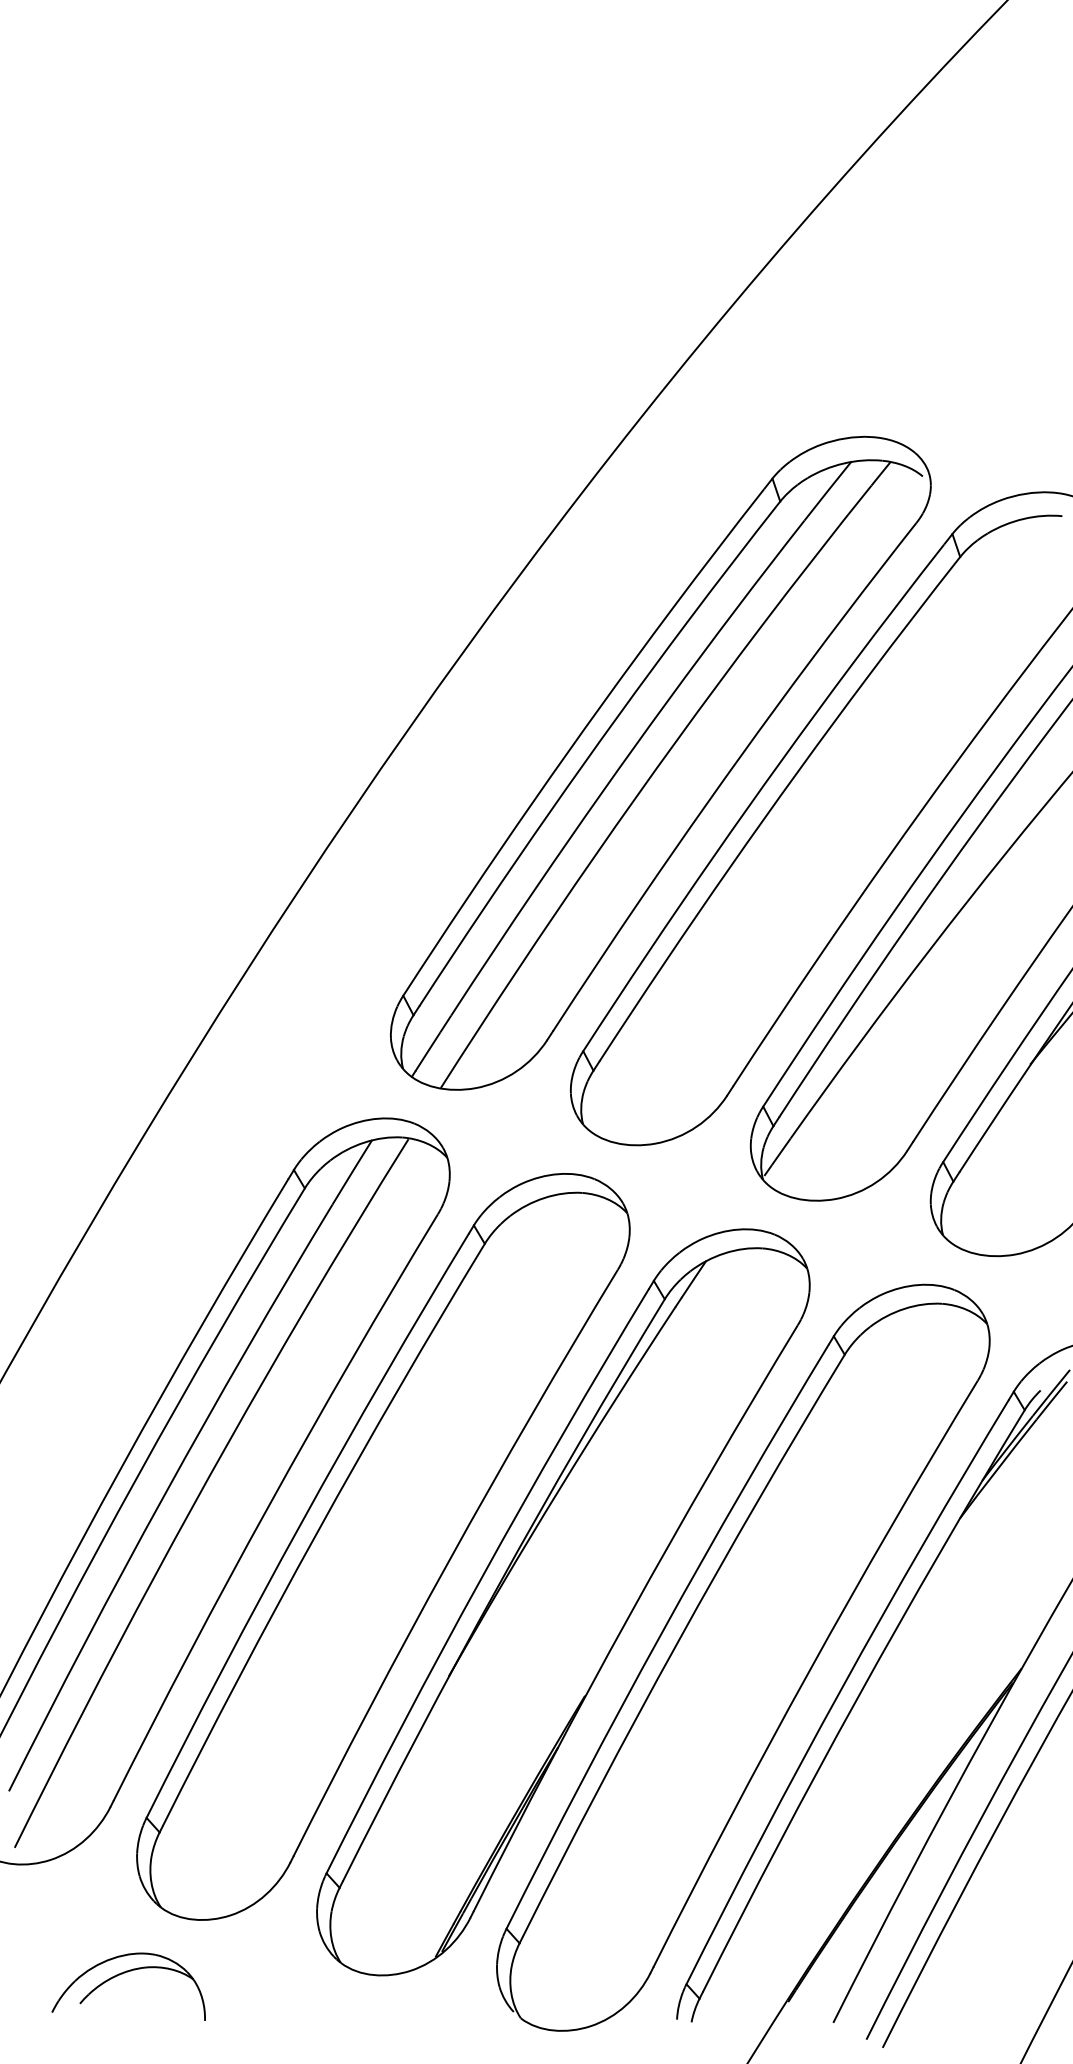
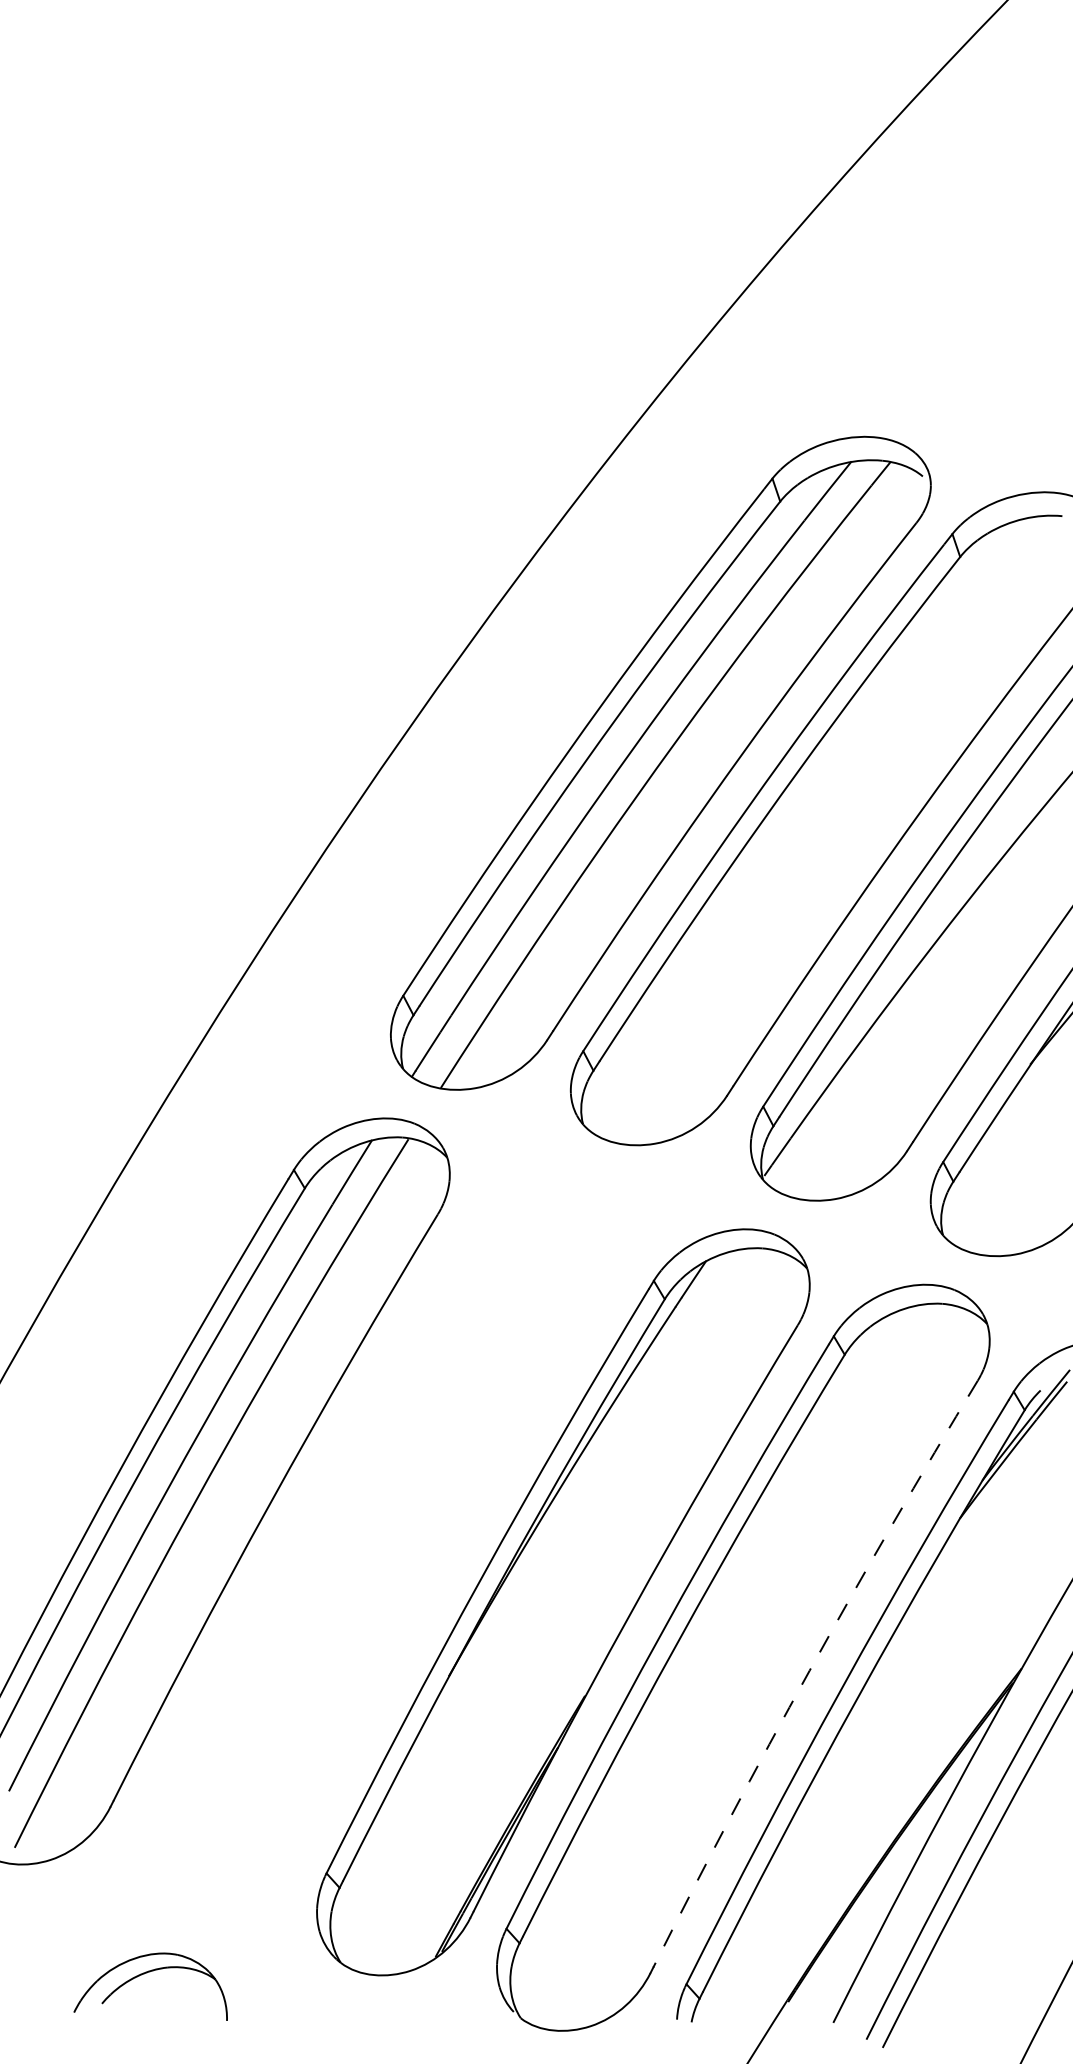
part at (383, 1546): present -> none
arc at (809, 1670): solid -> dashed
part at (125, 1973) position: (125, 1973) -> (147, 1973)
